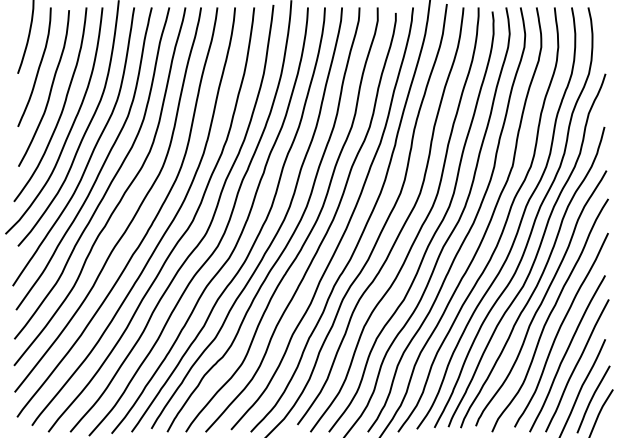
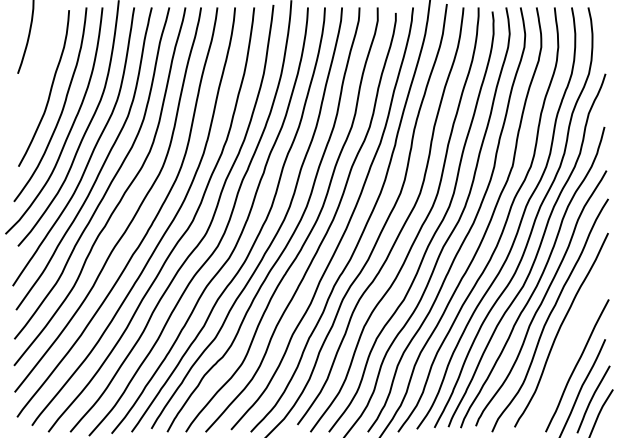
curve at (38, 66): present -> none
curve at (567, 352): present -> none
